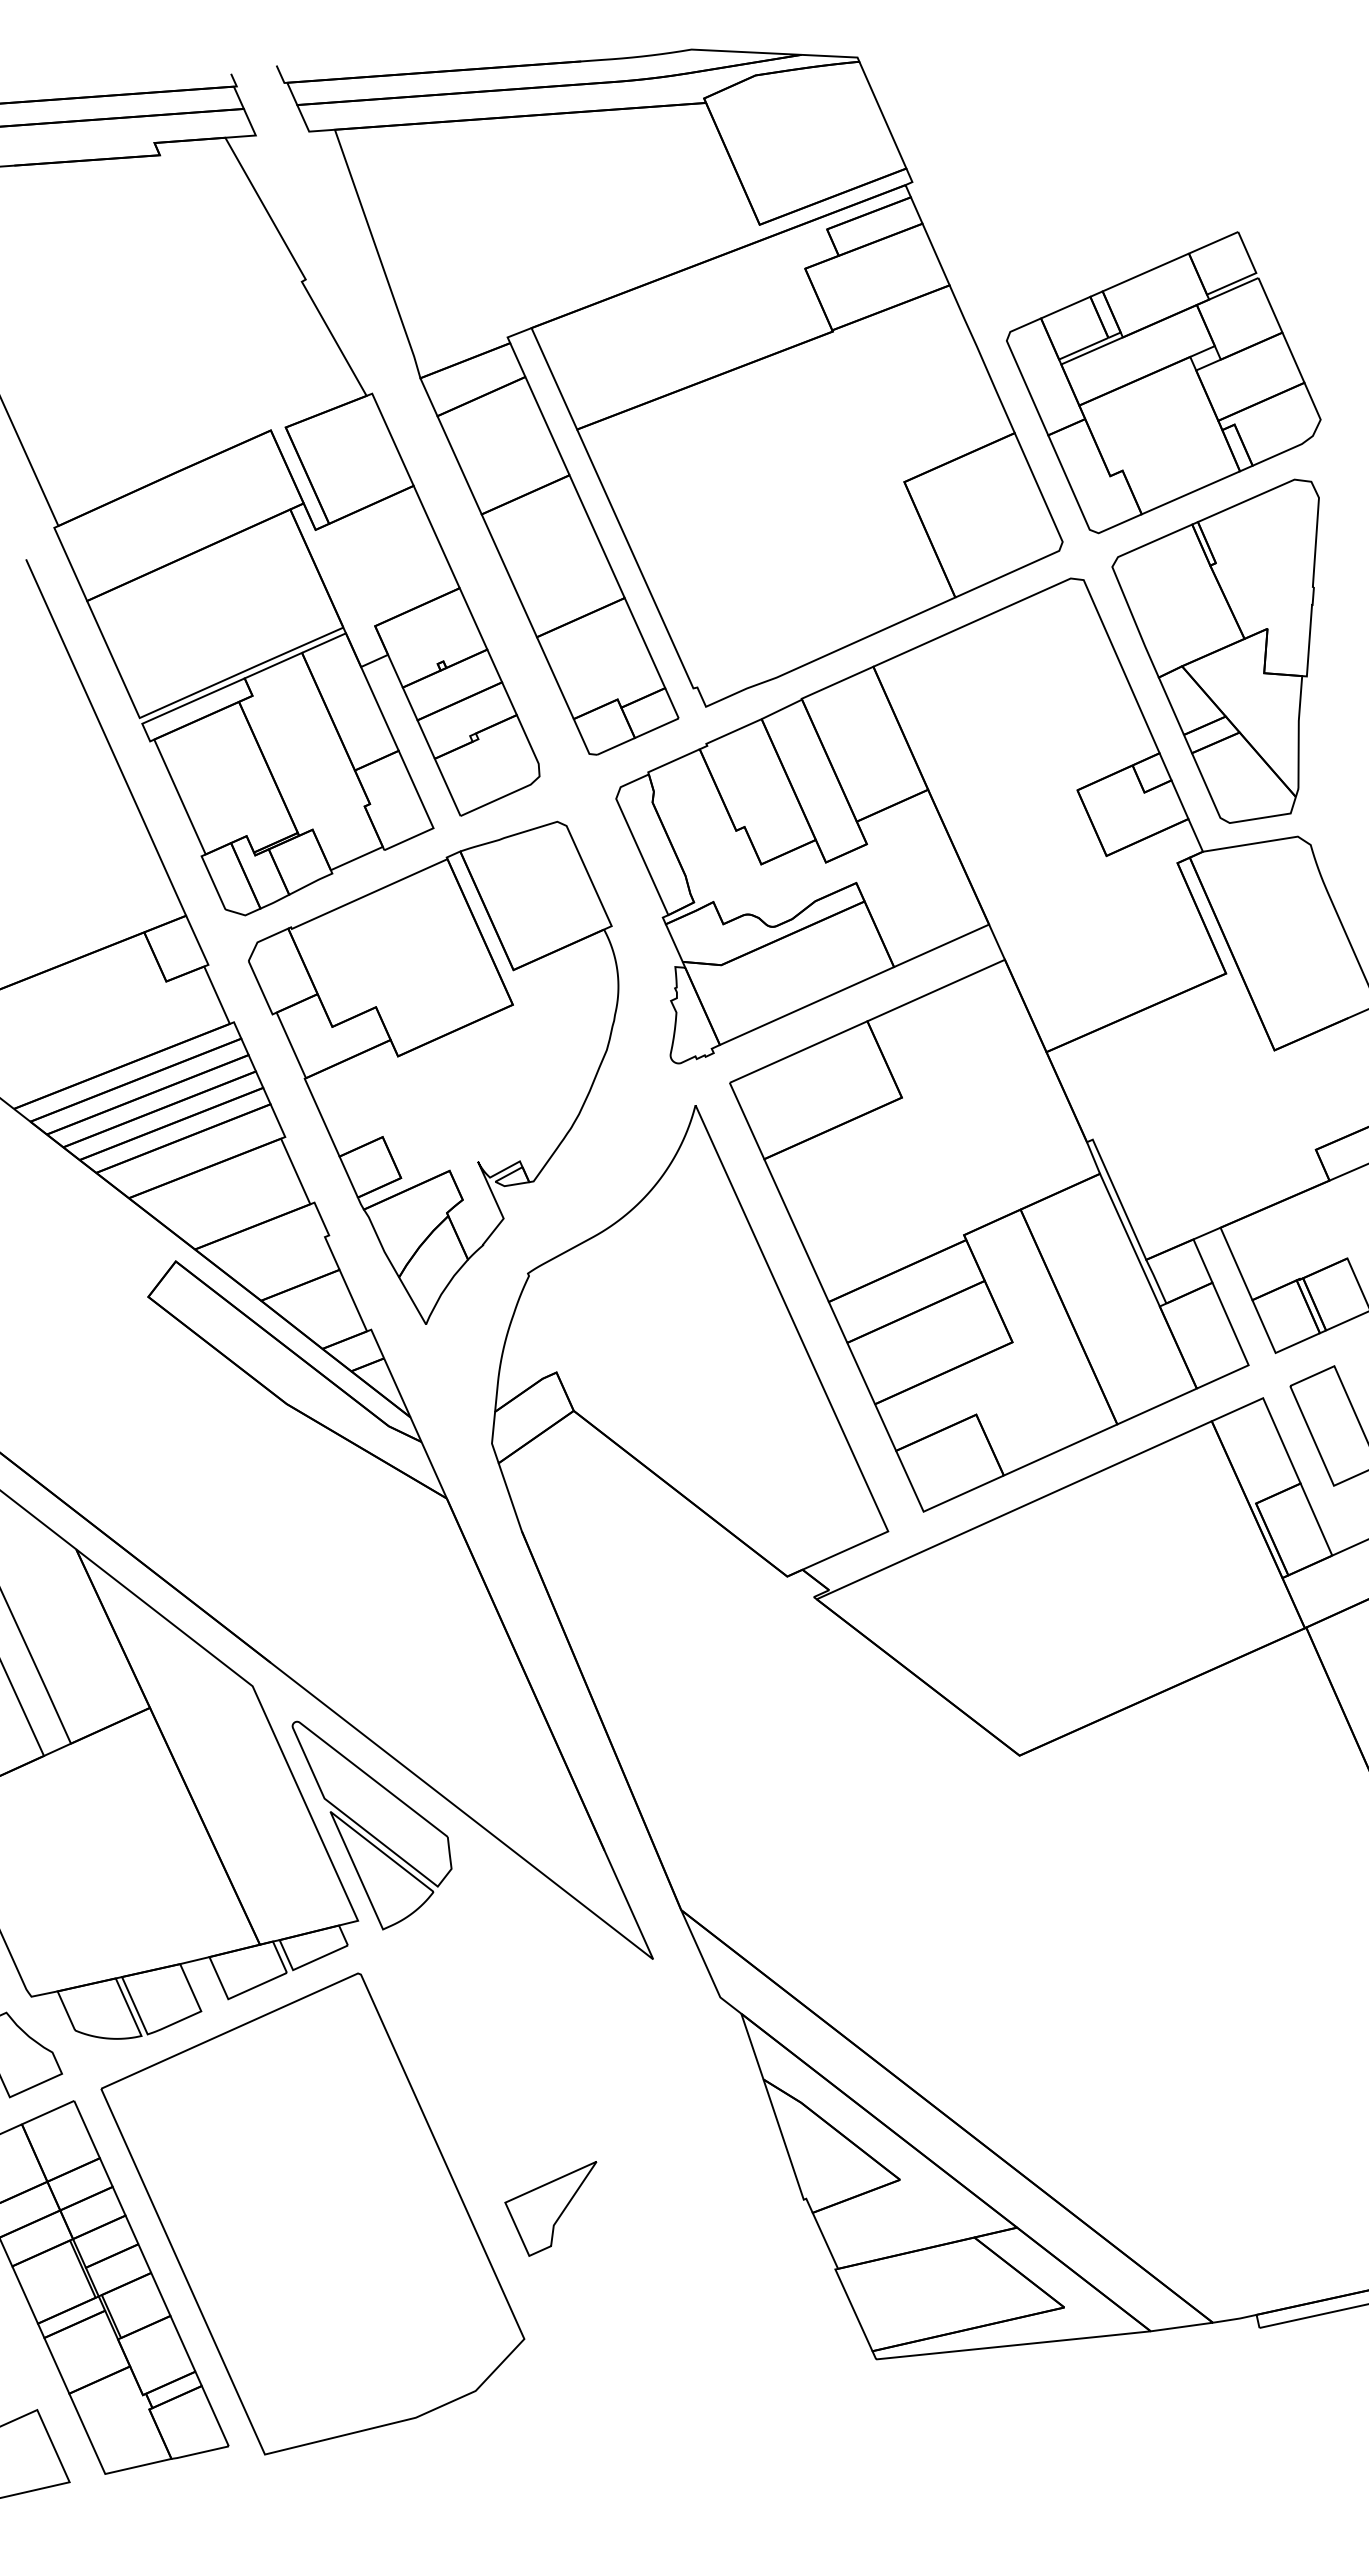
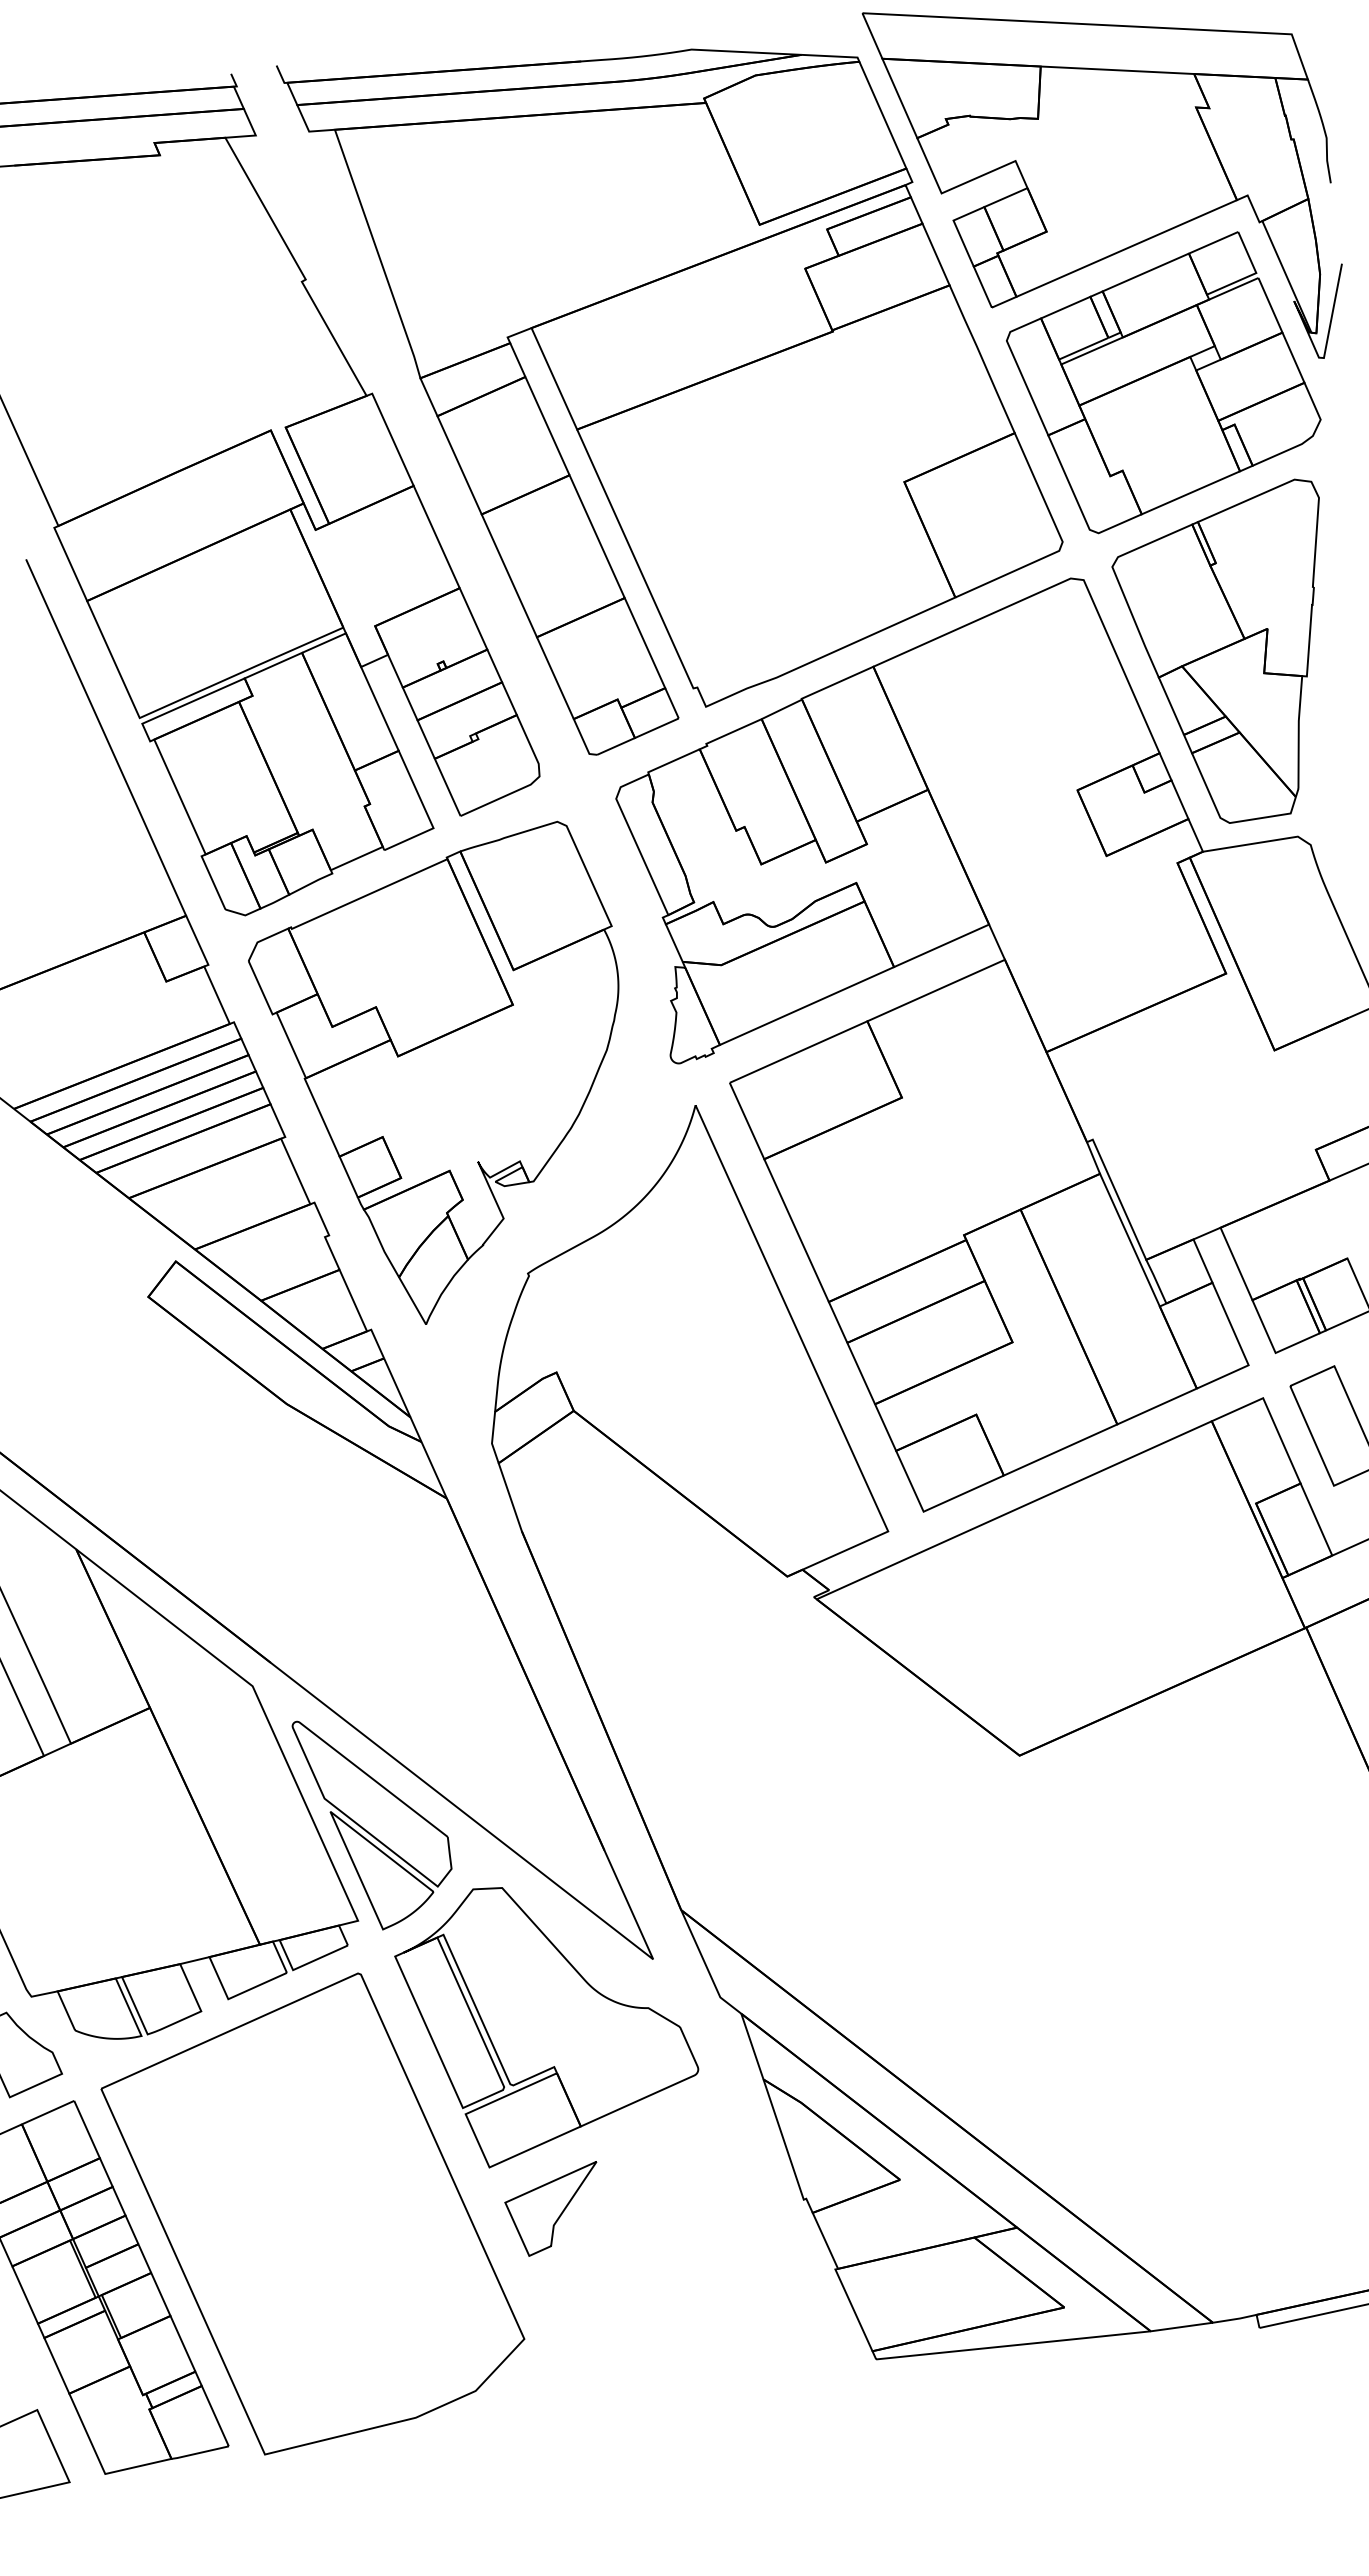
part at (1101, 185): none -> present
part at (546, 2027): none -> present
